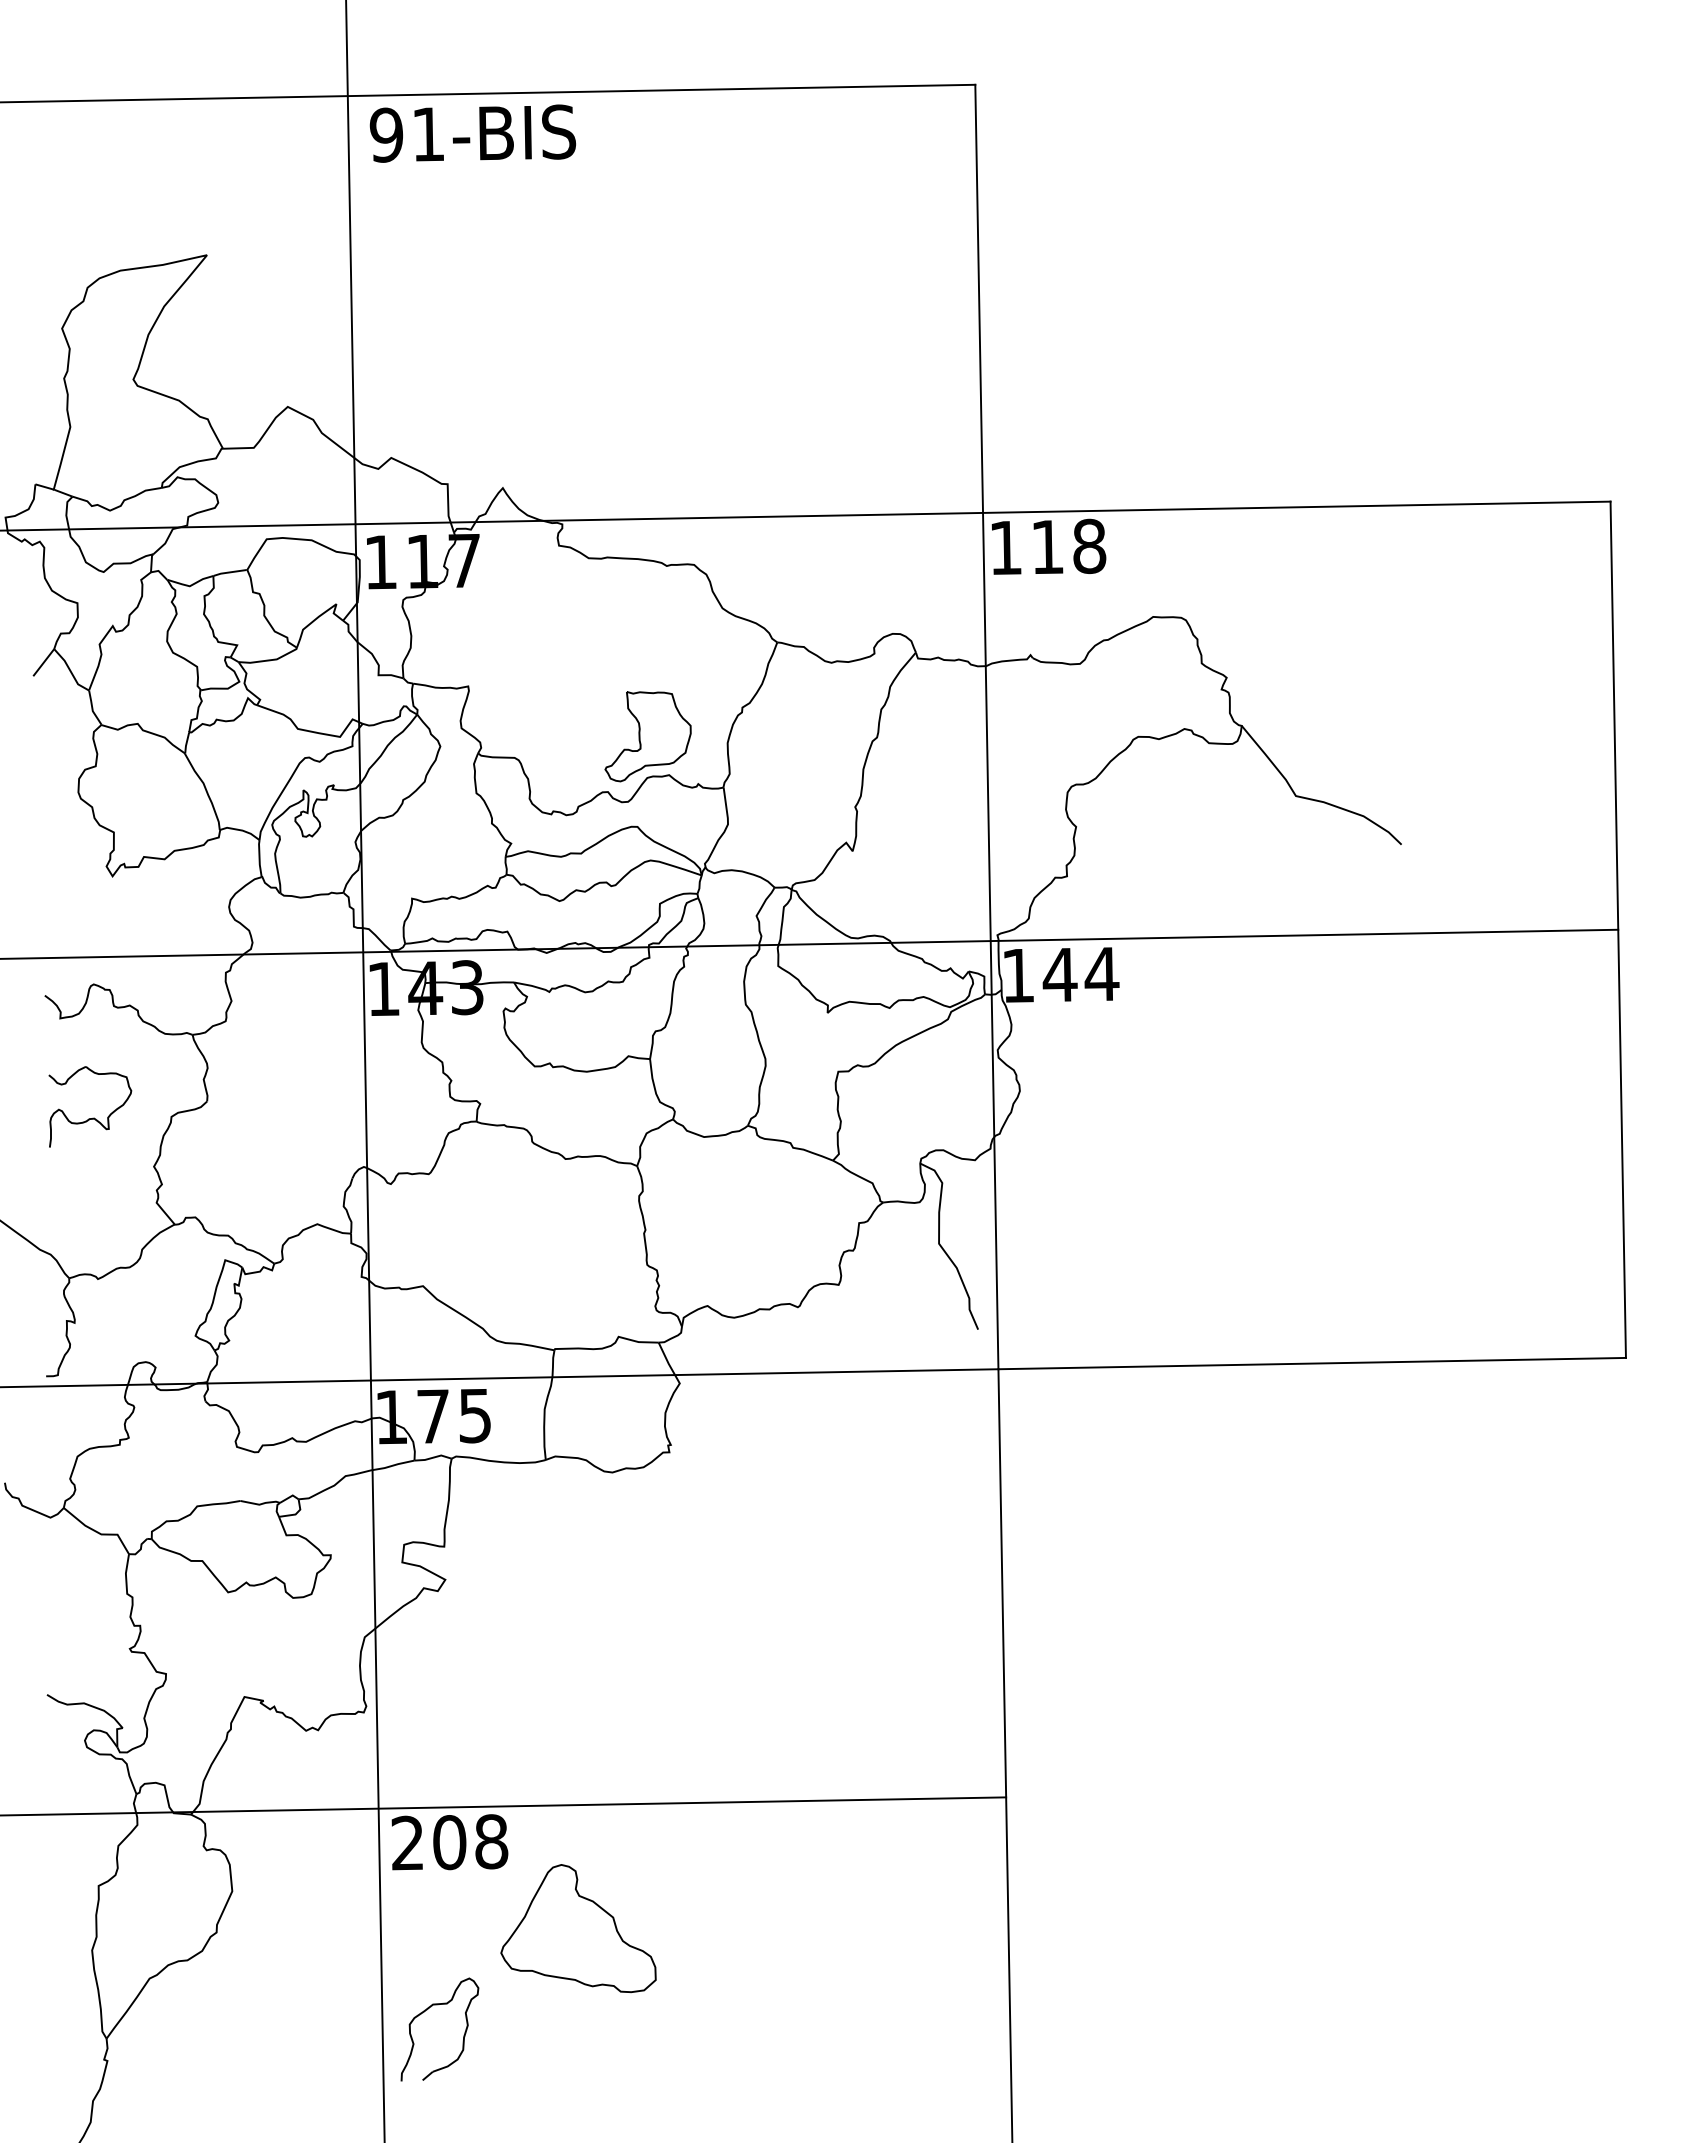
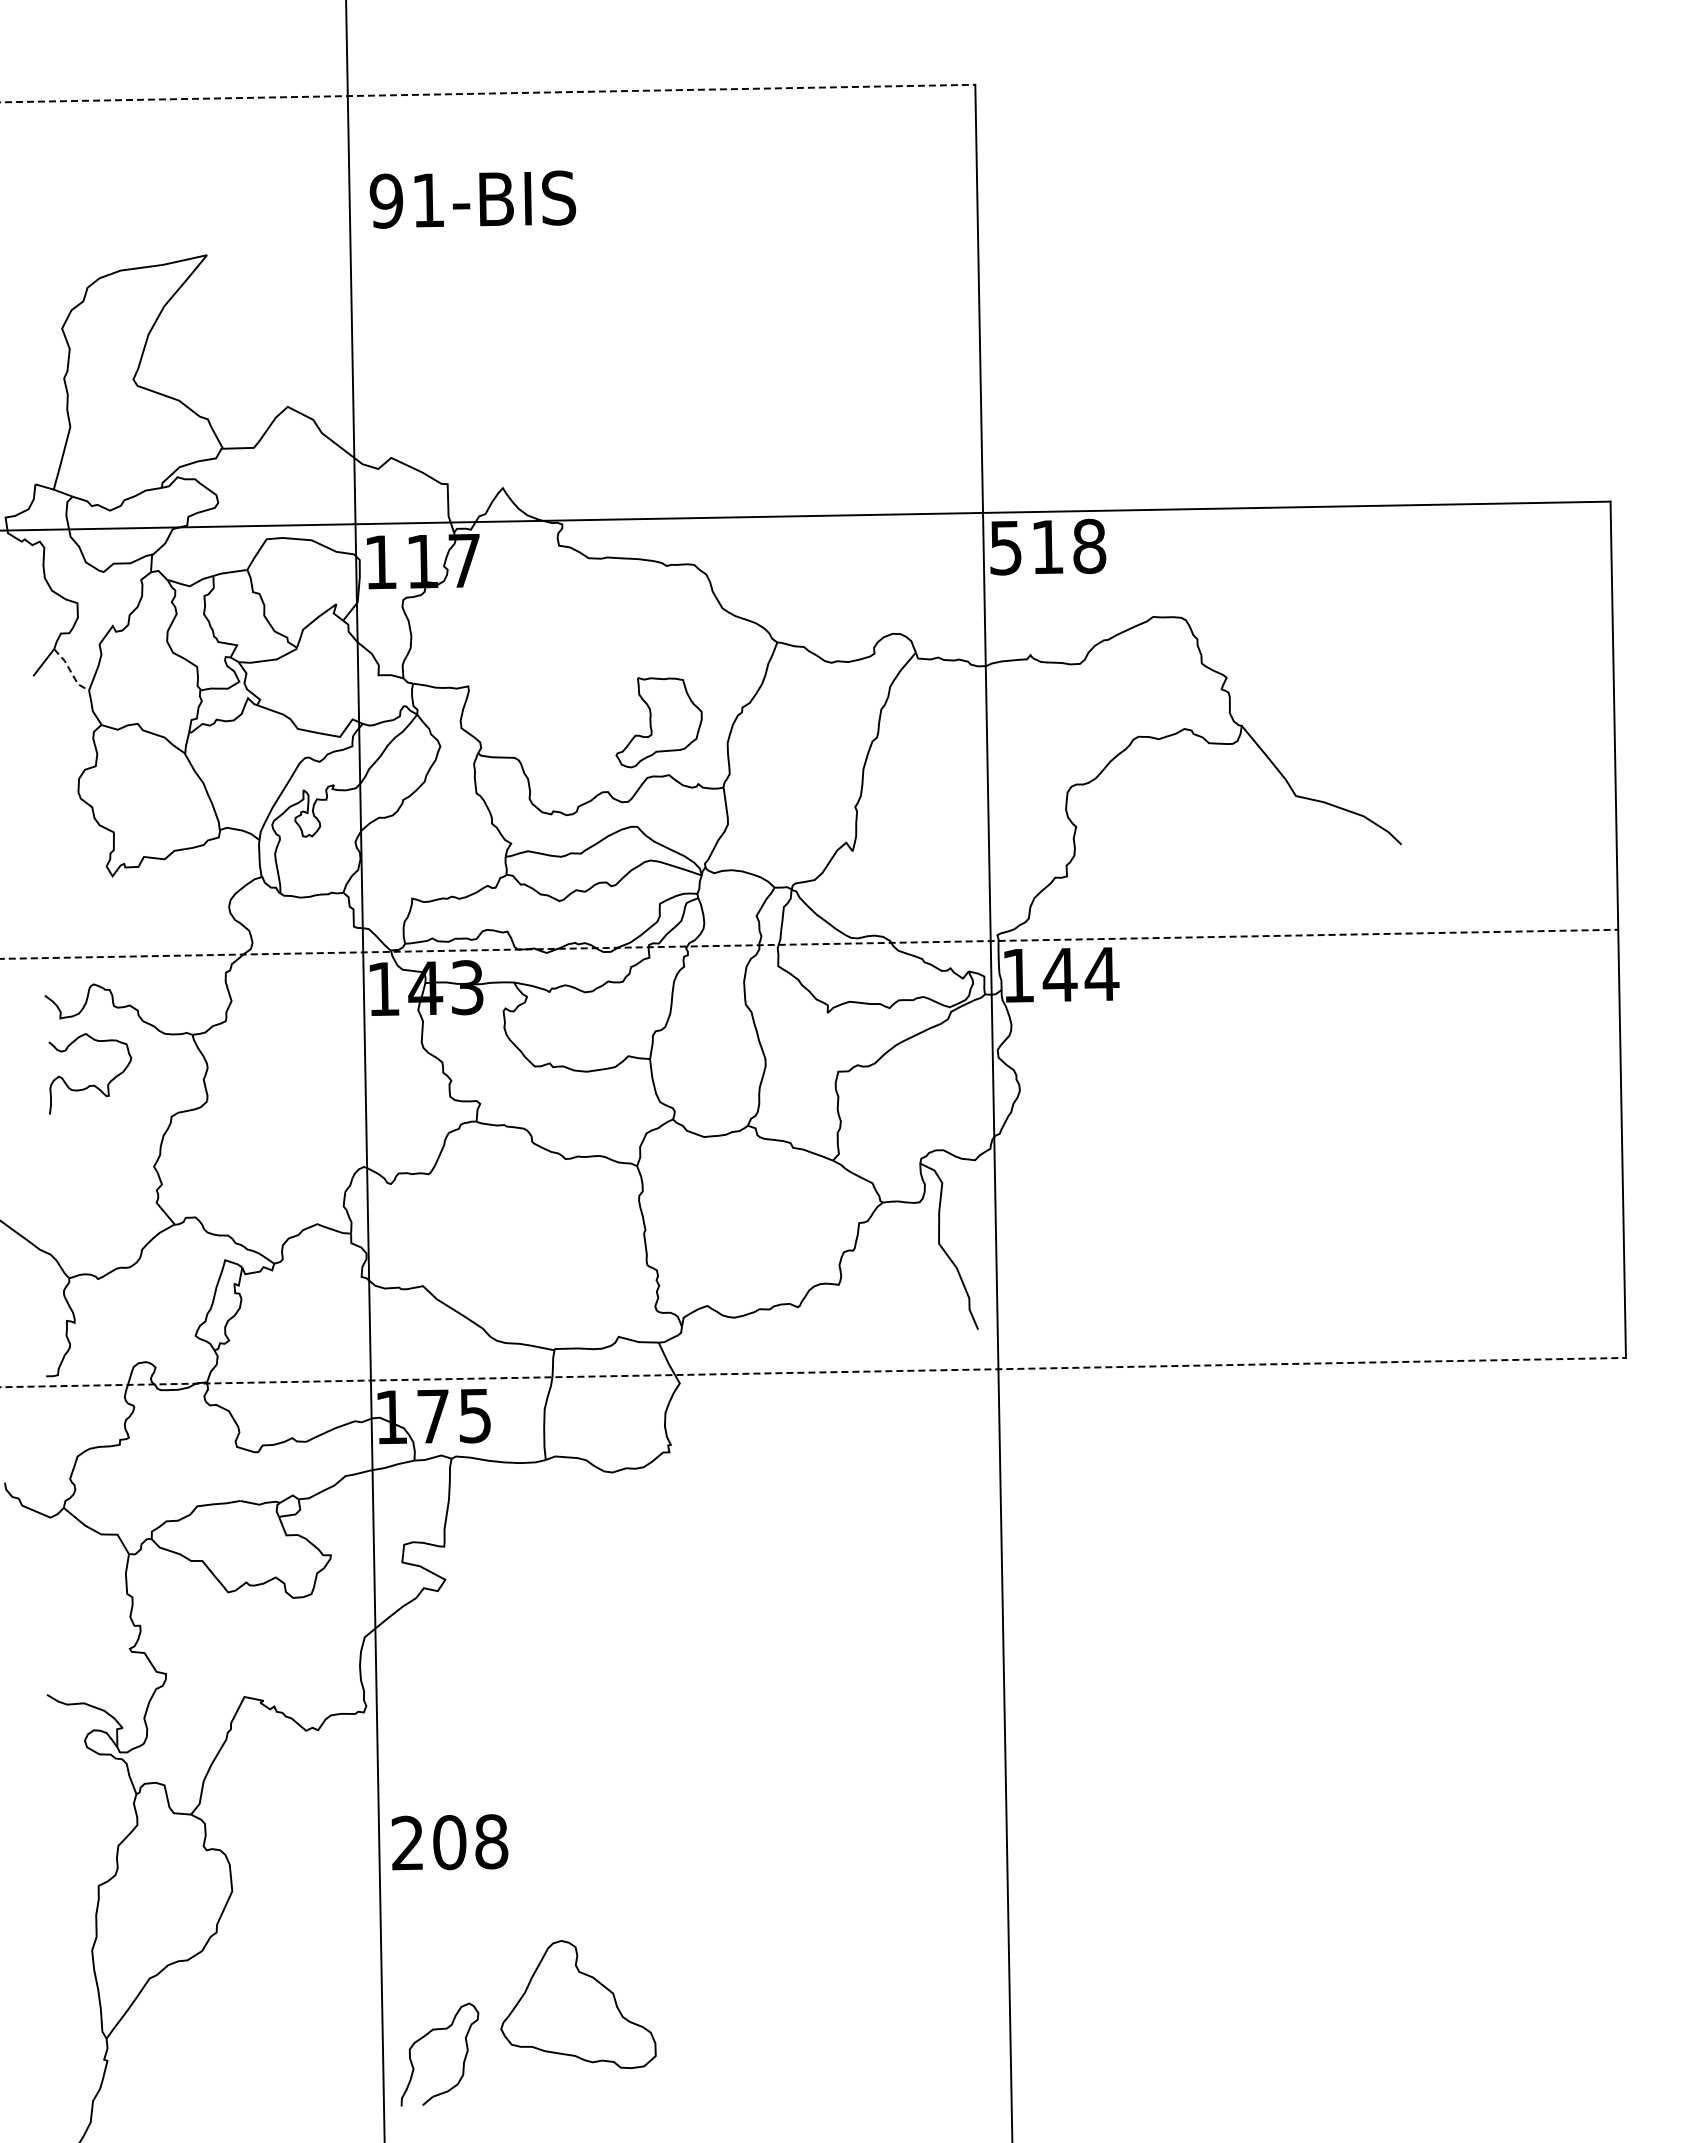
line at (488, 93): solid -> dashed
text at (472, 133) position: (472, 133) -> (472, 199)
text at (1005, 548): 118 -> 518
line at (70, 671): solid -> dashed
part at (647, 736) position: (647, 736) -> (658, 722)
line at (809, 944): solid -> dashed
part at (92, 1117) position: (92, 1117) -> (92, 1084)
line at (813, 1372): solid -> dashed
line at (504, 1806): present -> none
part at (578, 1928) position: (578, 1928) -> (578, 2004)
part at (427, 2010) position: (427, 2010) -> (427, 2035)
